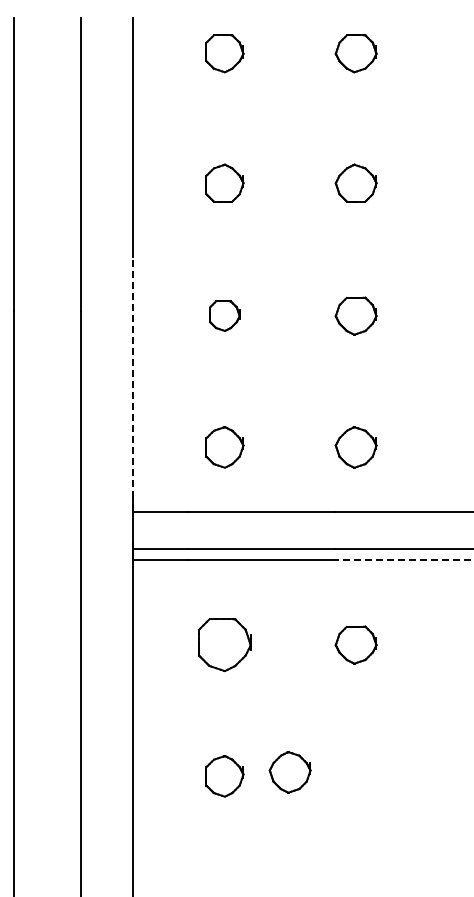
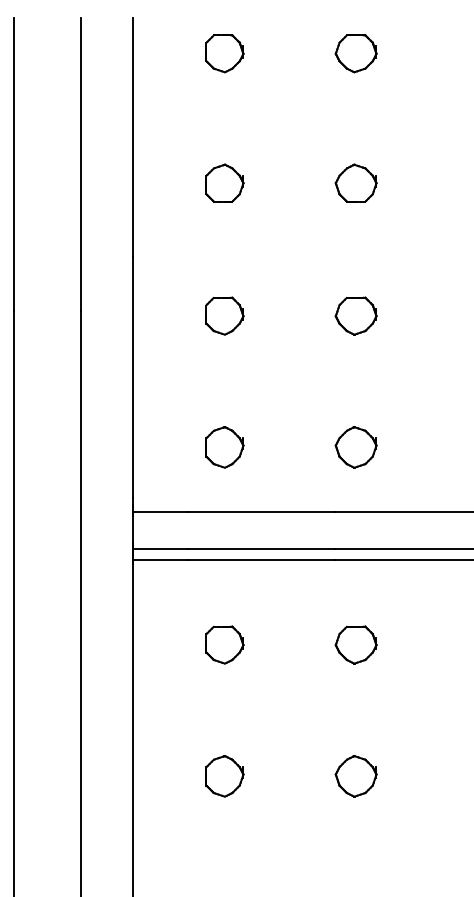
part at (224, 315) size: 32x32 px -> 40x40 px
line at (132, 377): dashed -> solid
line at (403, 560): dashed -> solid
part at (224, 644) size: 54x54 px -> 40x40 px
part at (289, 772) position: (289, 772) -> (355, 776)
